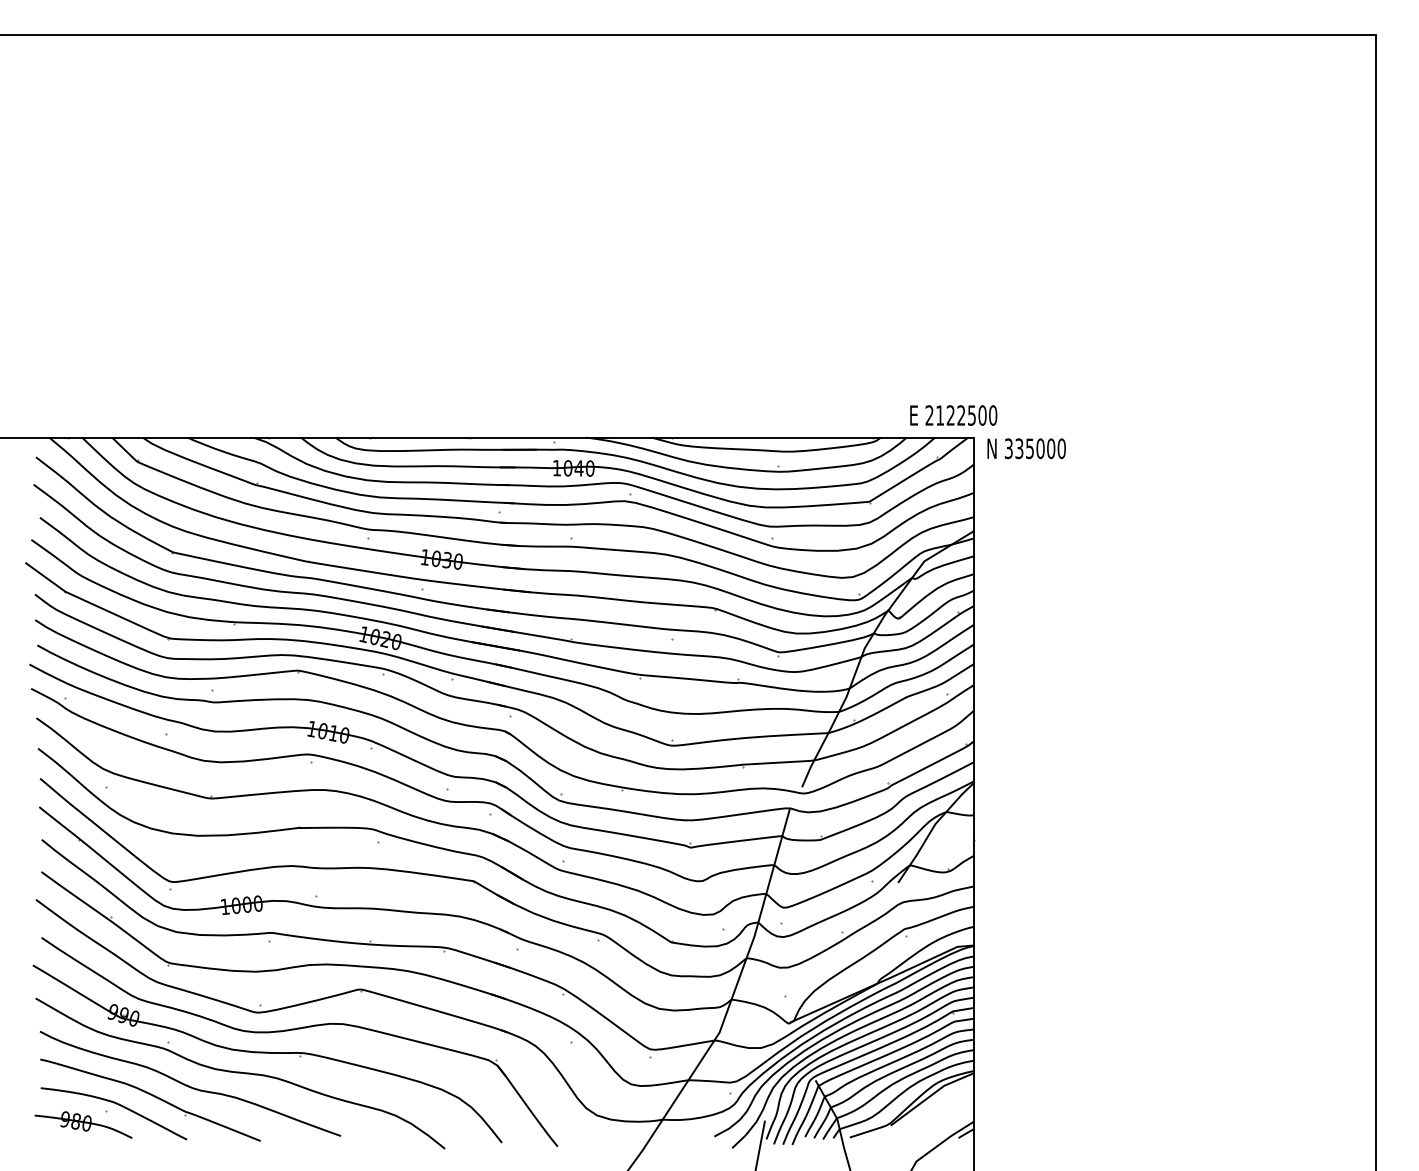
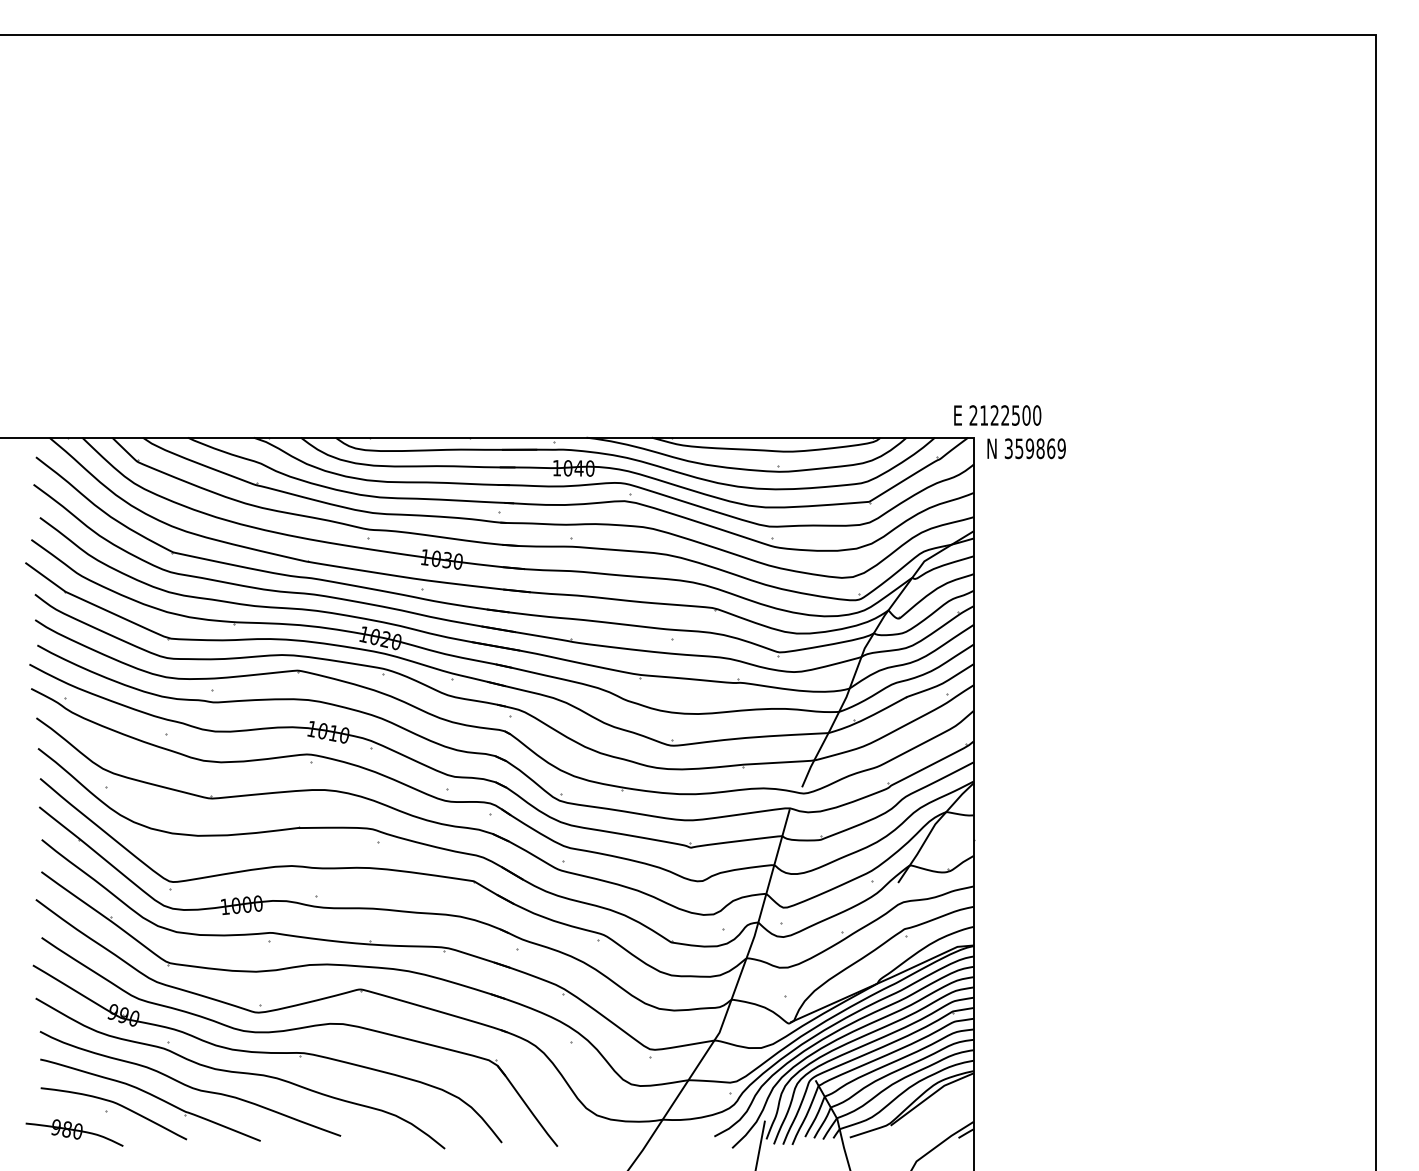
text at (953, 415) position: (953, 415) -> (997, 415)
text at (1040, 448): 335000 -> 359869
part at (83, 1124) position: (83, 1124) -> (74, 1132)
